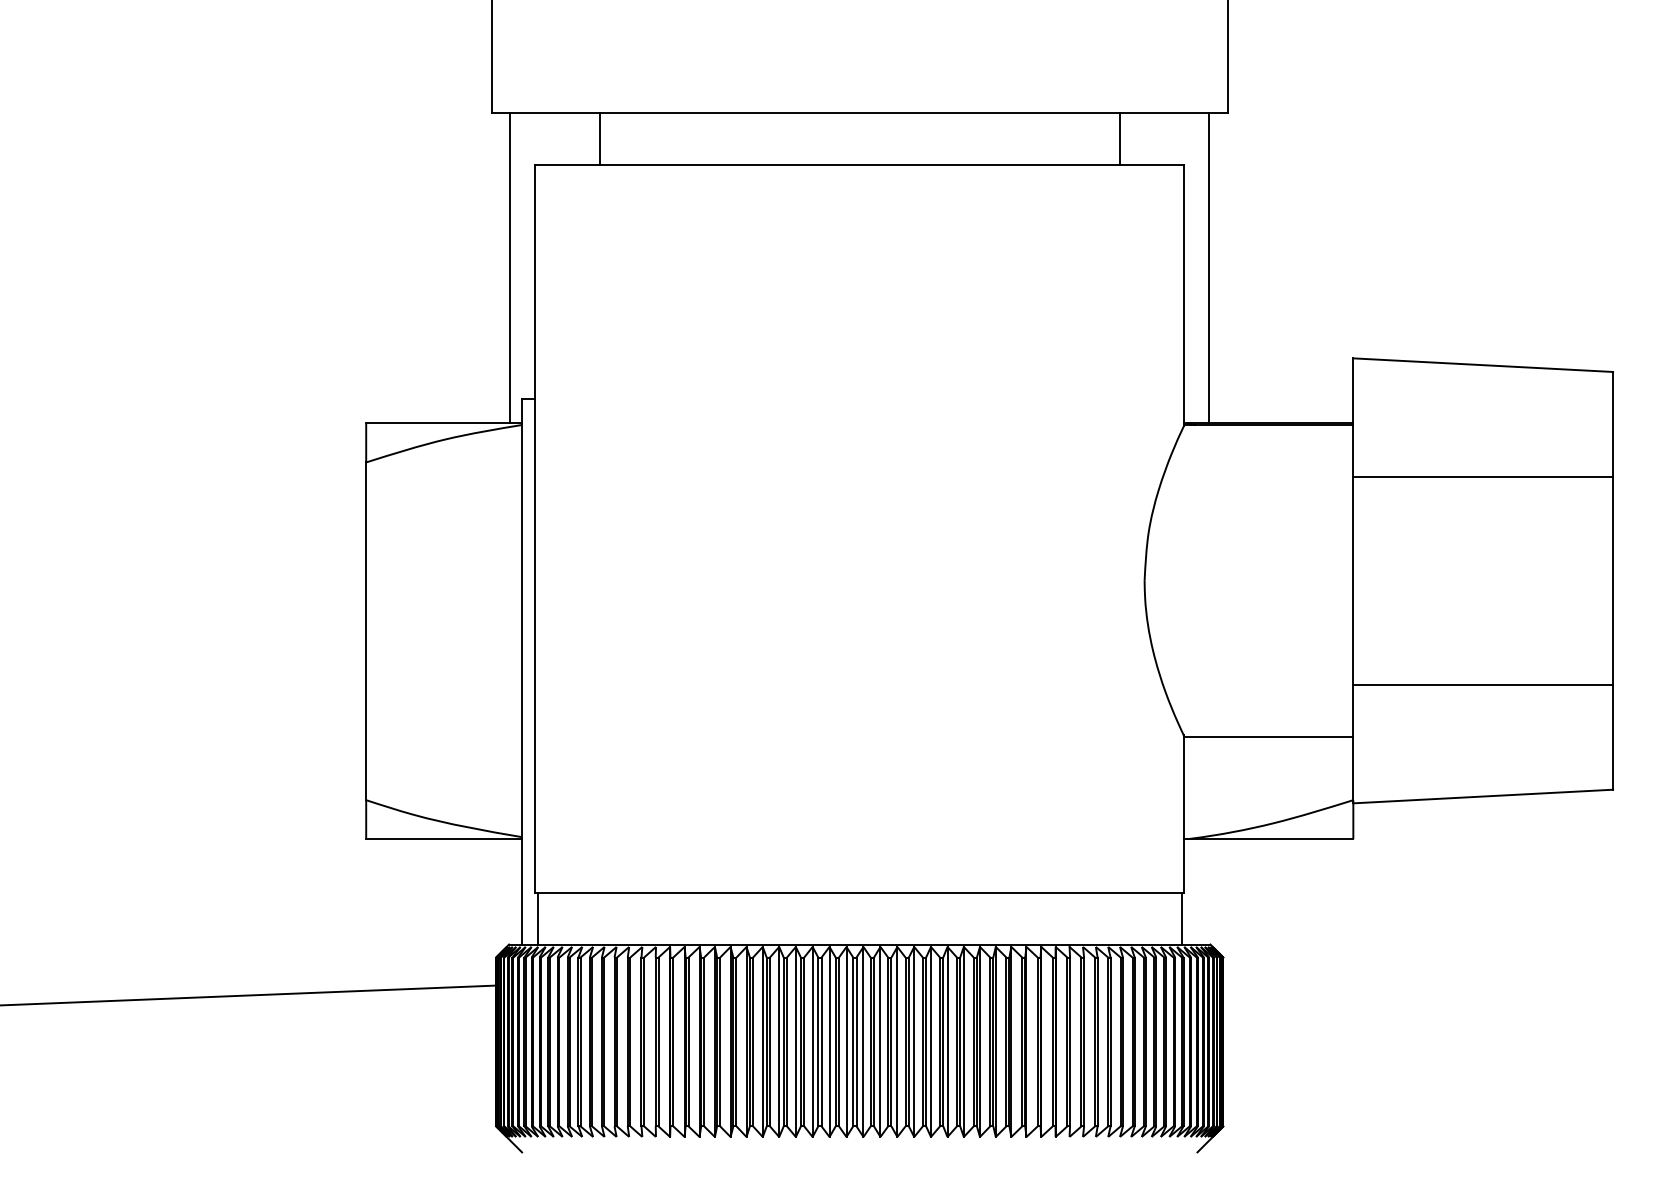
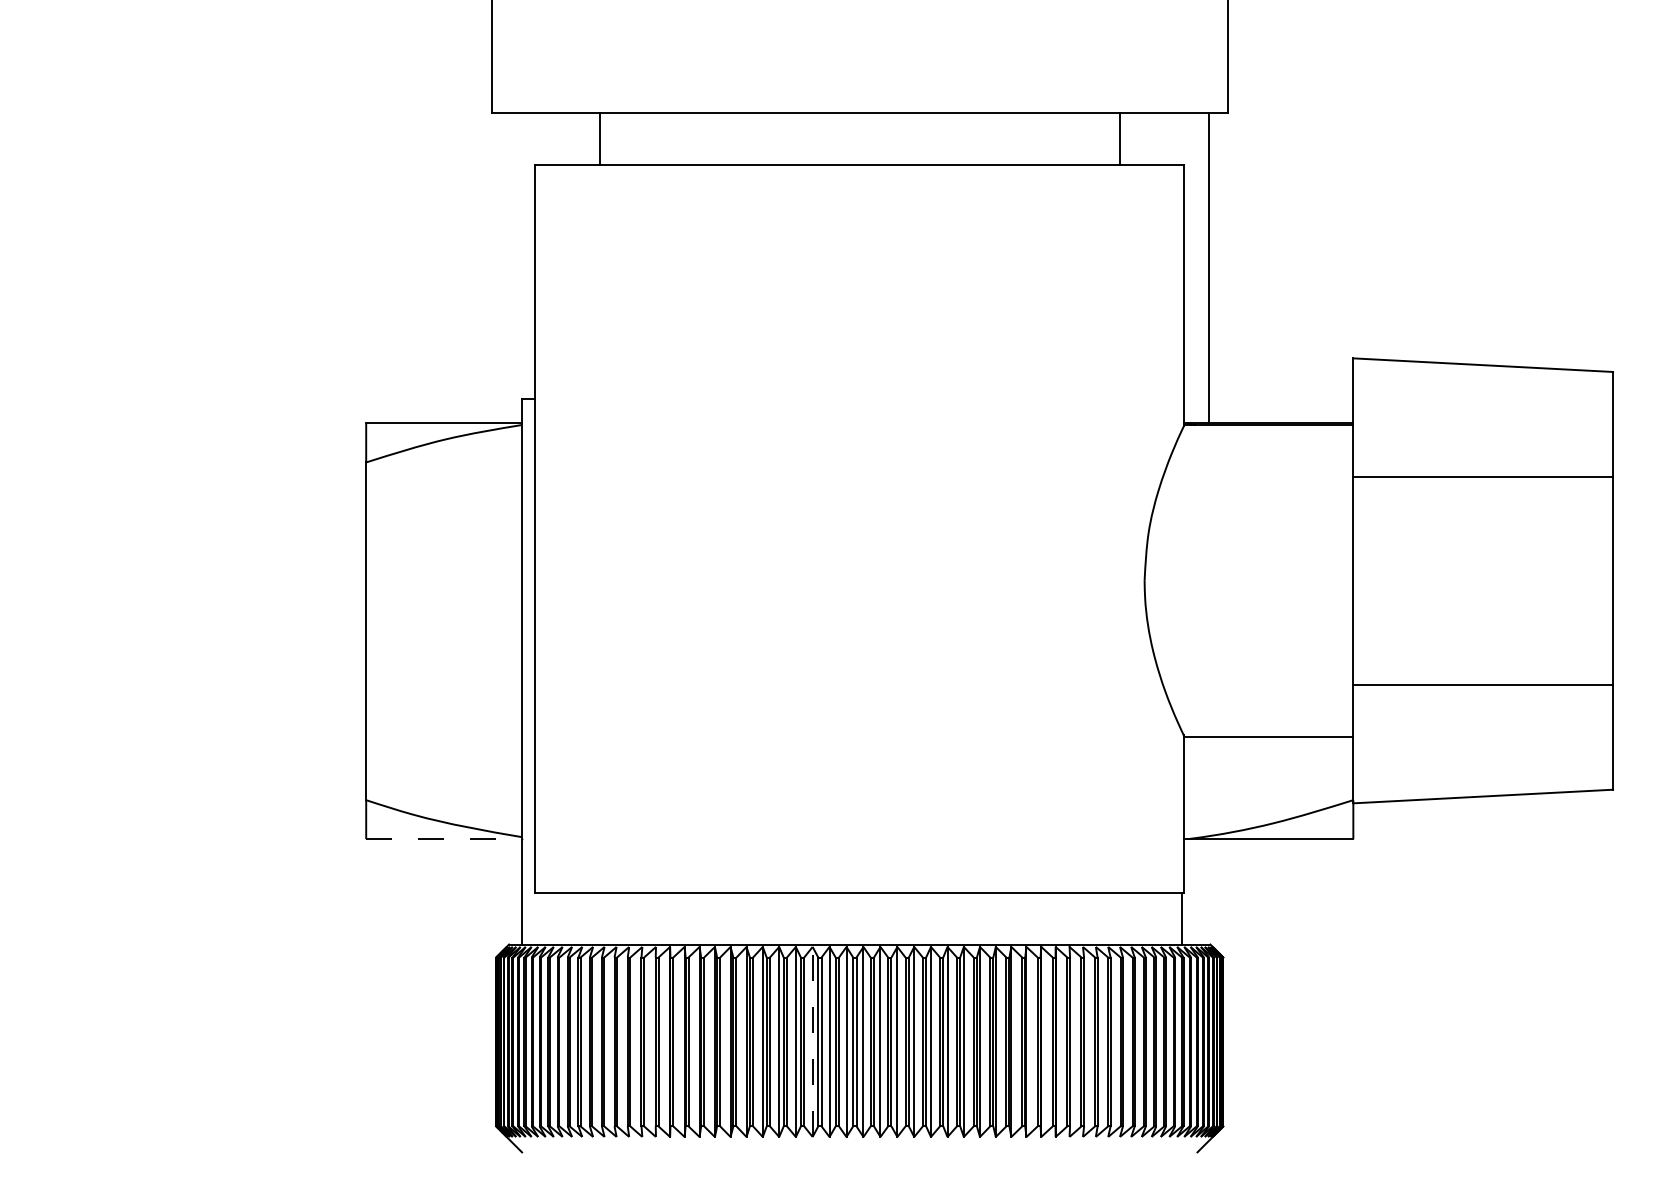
line at (510, 268): present -> none
line at (444, 839): solid -> dashed
line at (537, 918): present -> none
line at (249, 995): present -> none
line at (812, 1041): solid -> dashed
